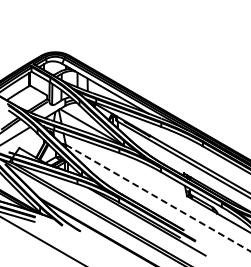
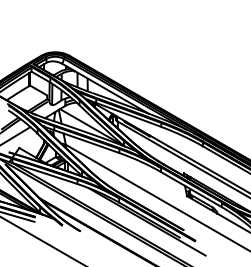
line at (158, 198): dashed -> solid
